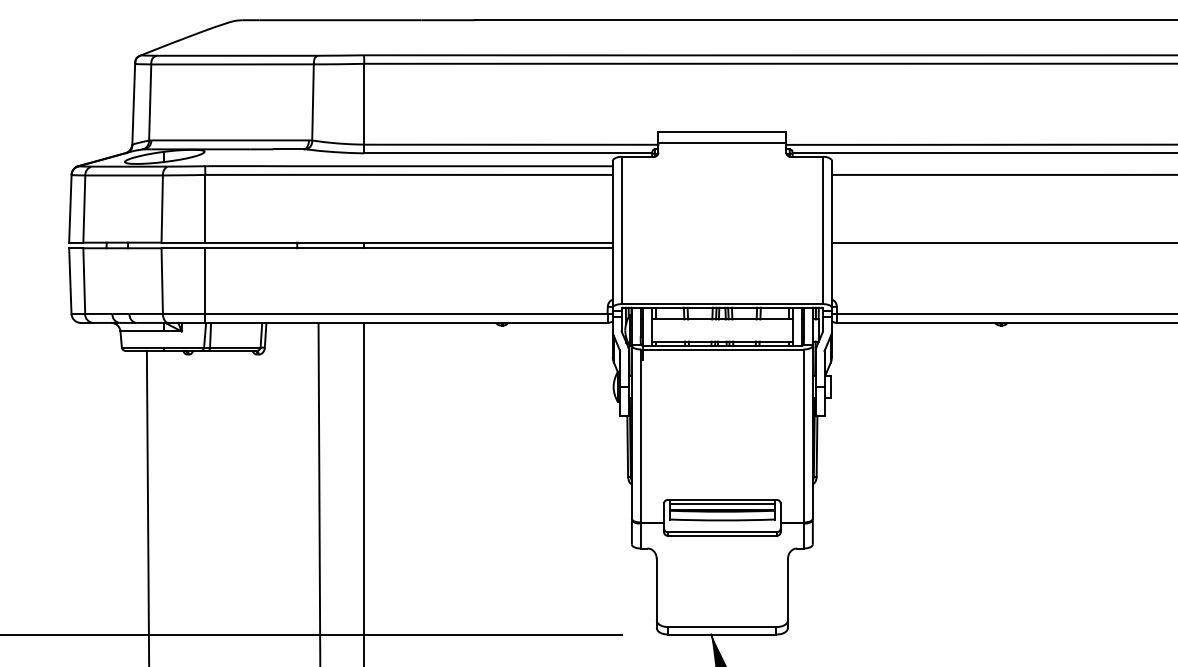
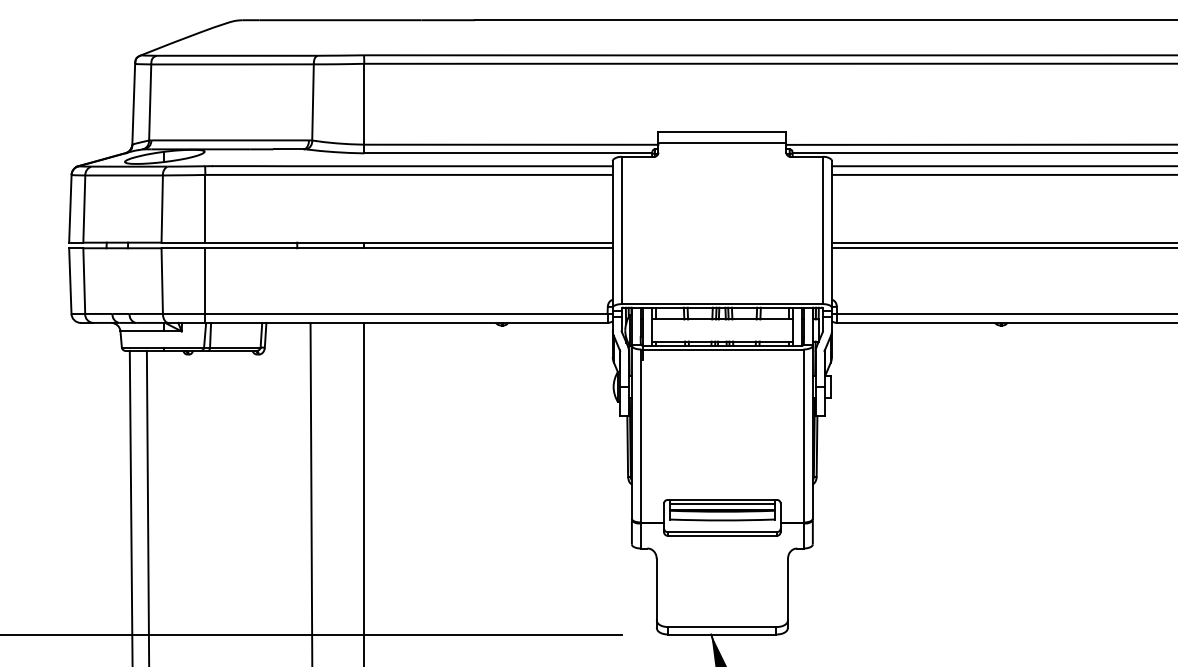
line at (1002, 166): none -> present
line at (1002, 248): none -> present
line at (319, 492) position: (319, 492) -> (311, 492)
line at (130, 506): none -> present
